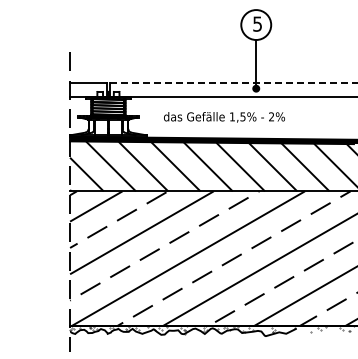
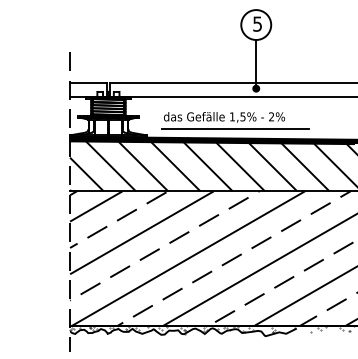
line at (233, 82): dashed -> solid
line at (235, 128): none -> present
